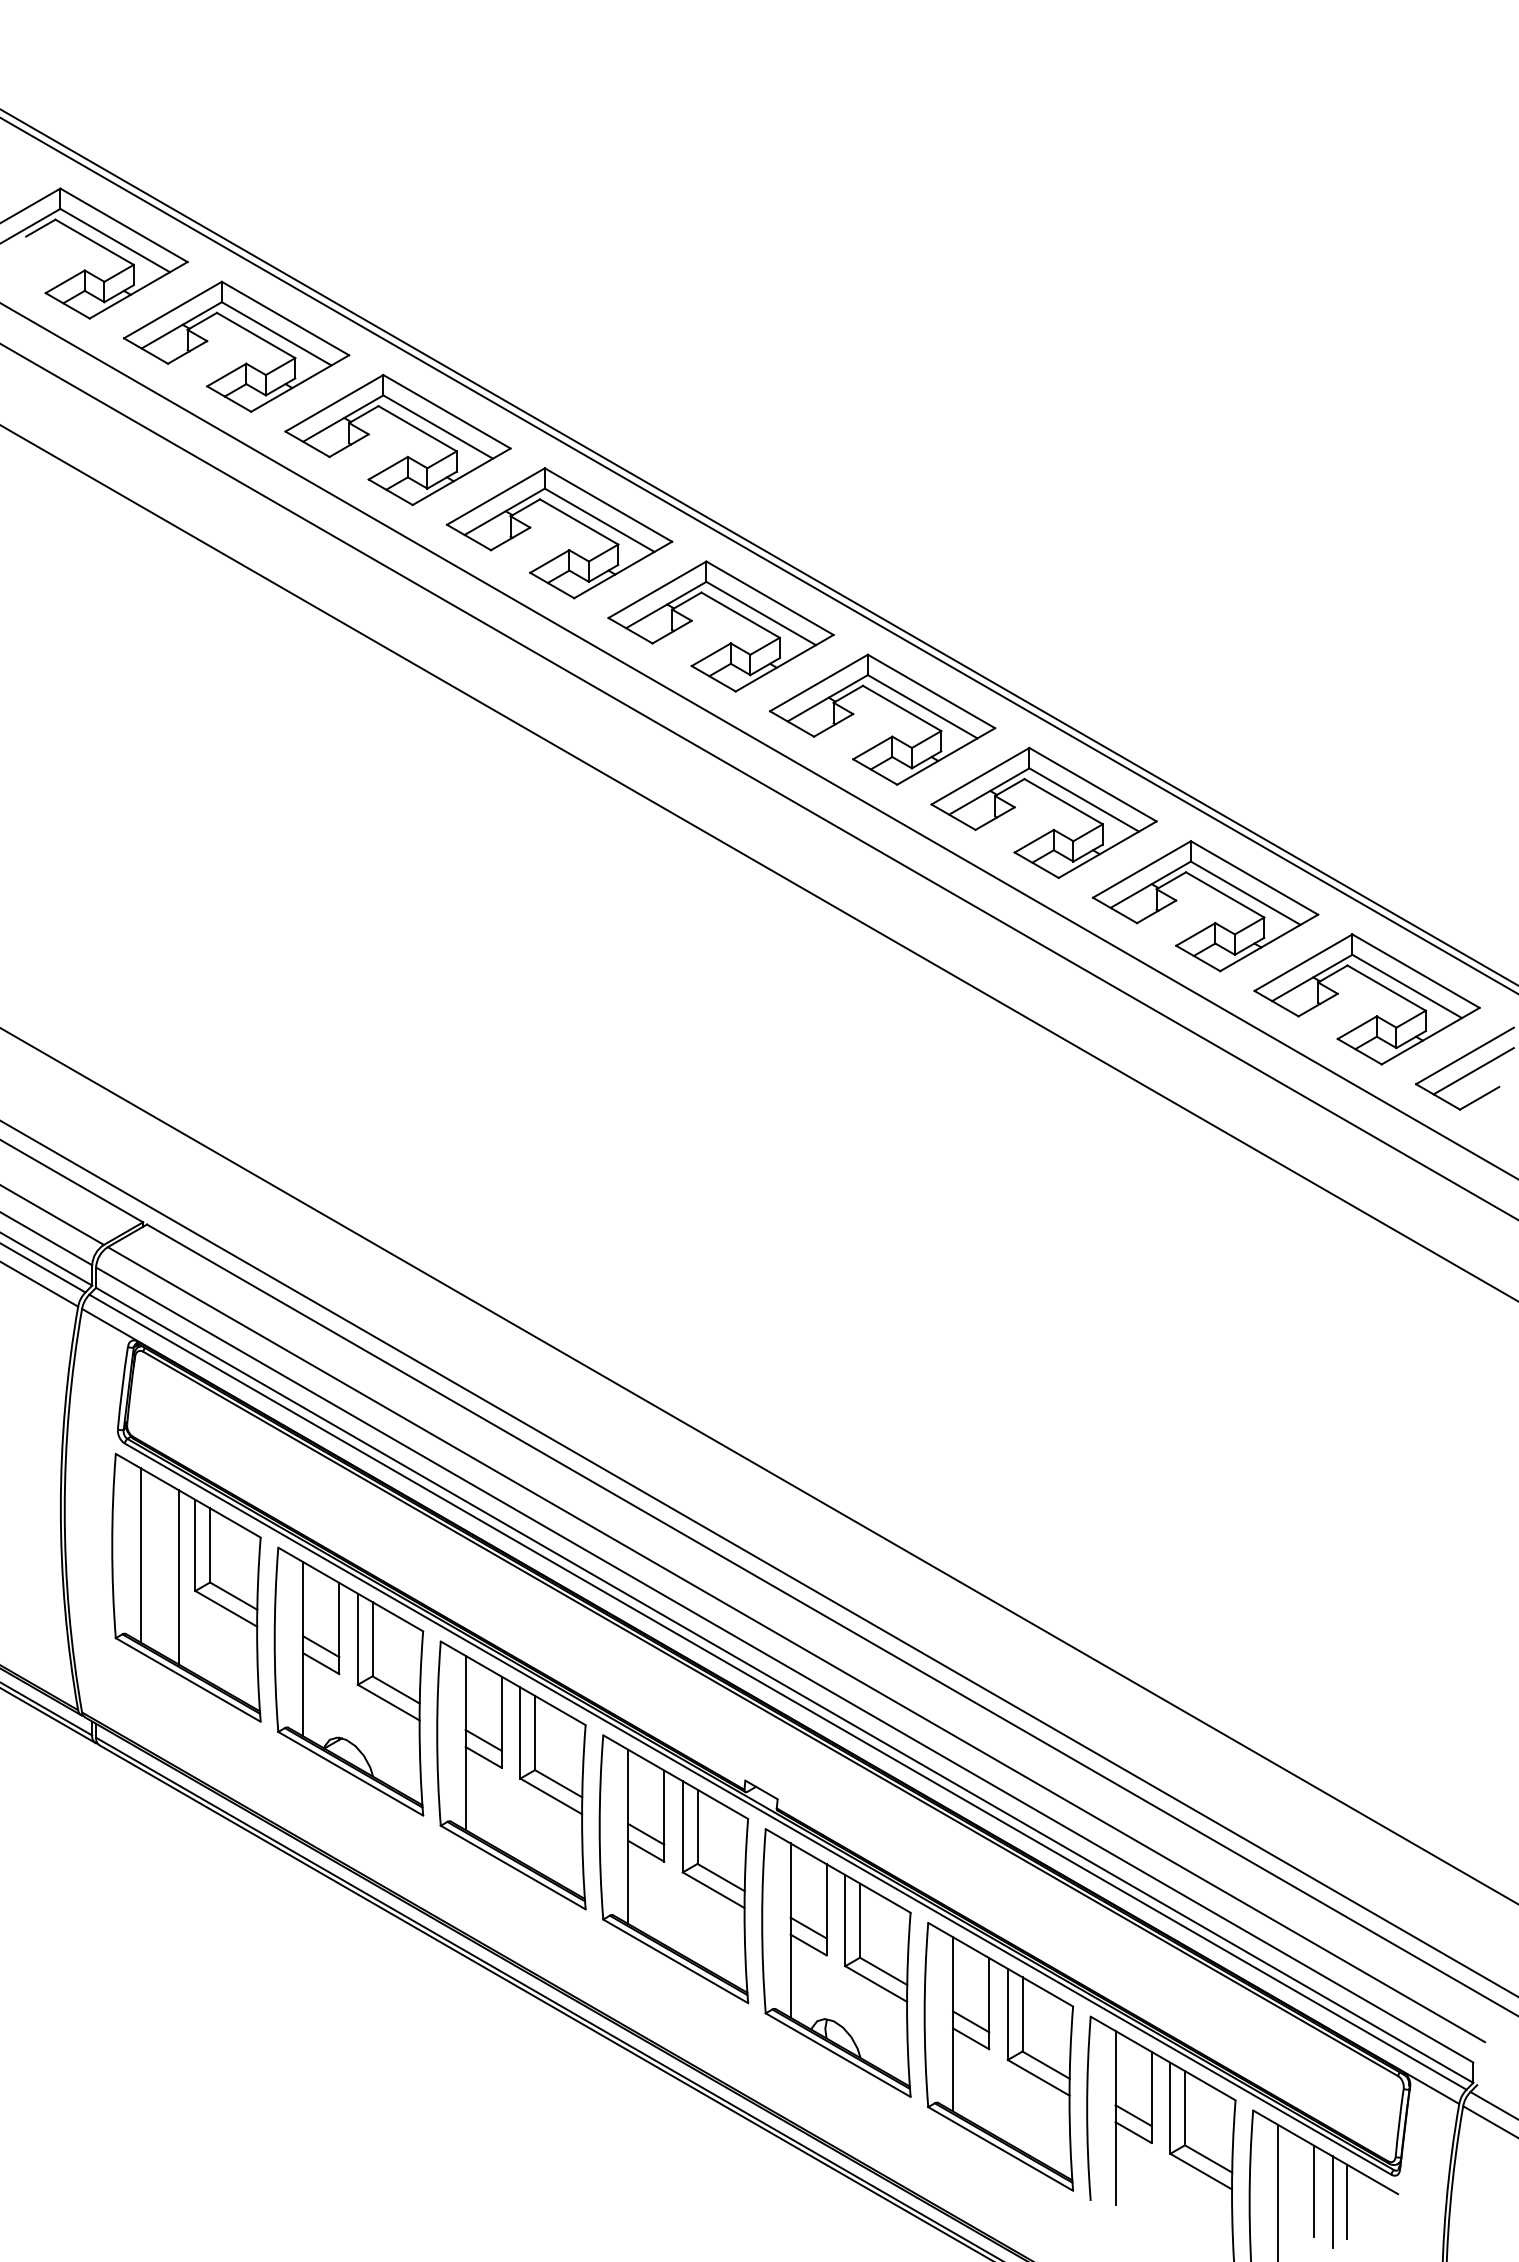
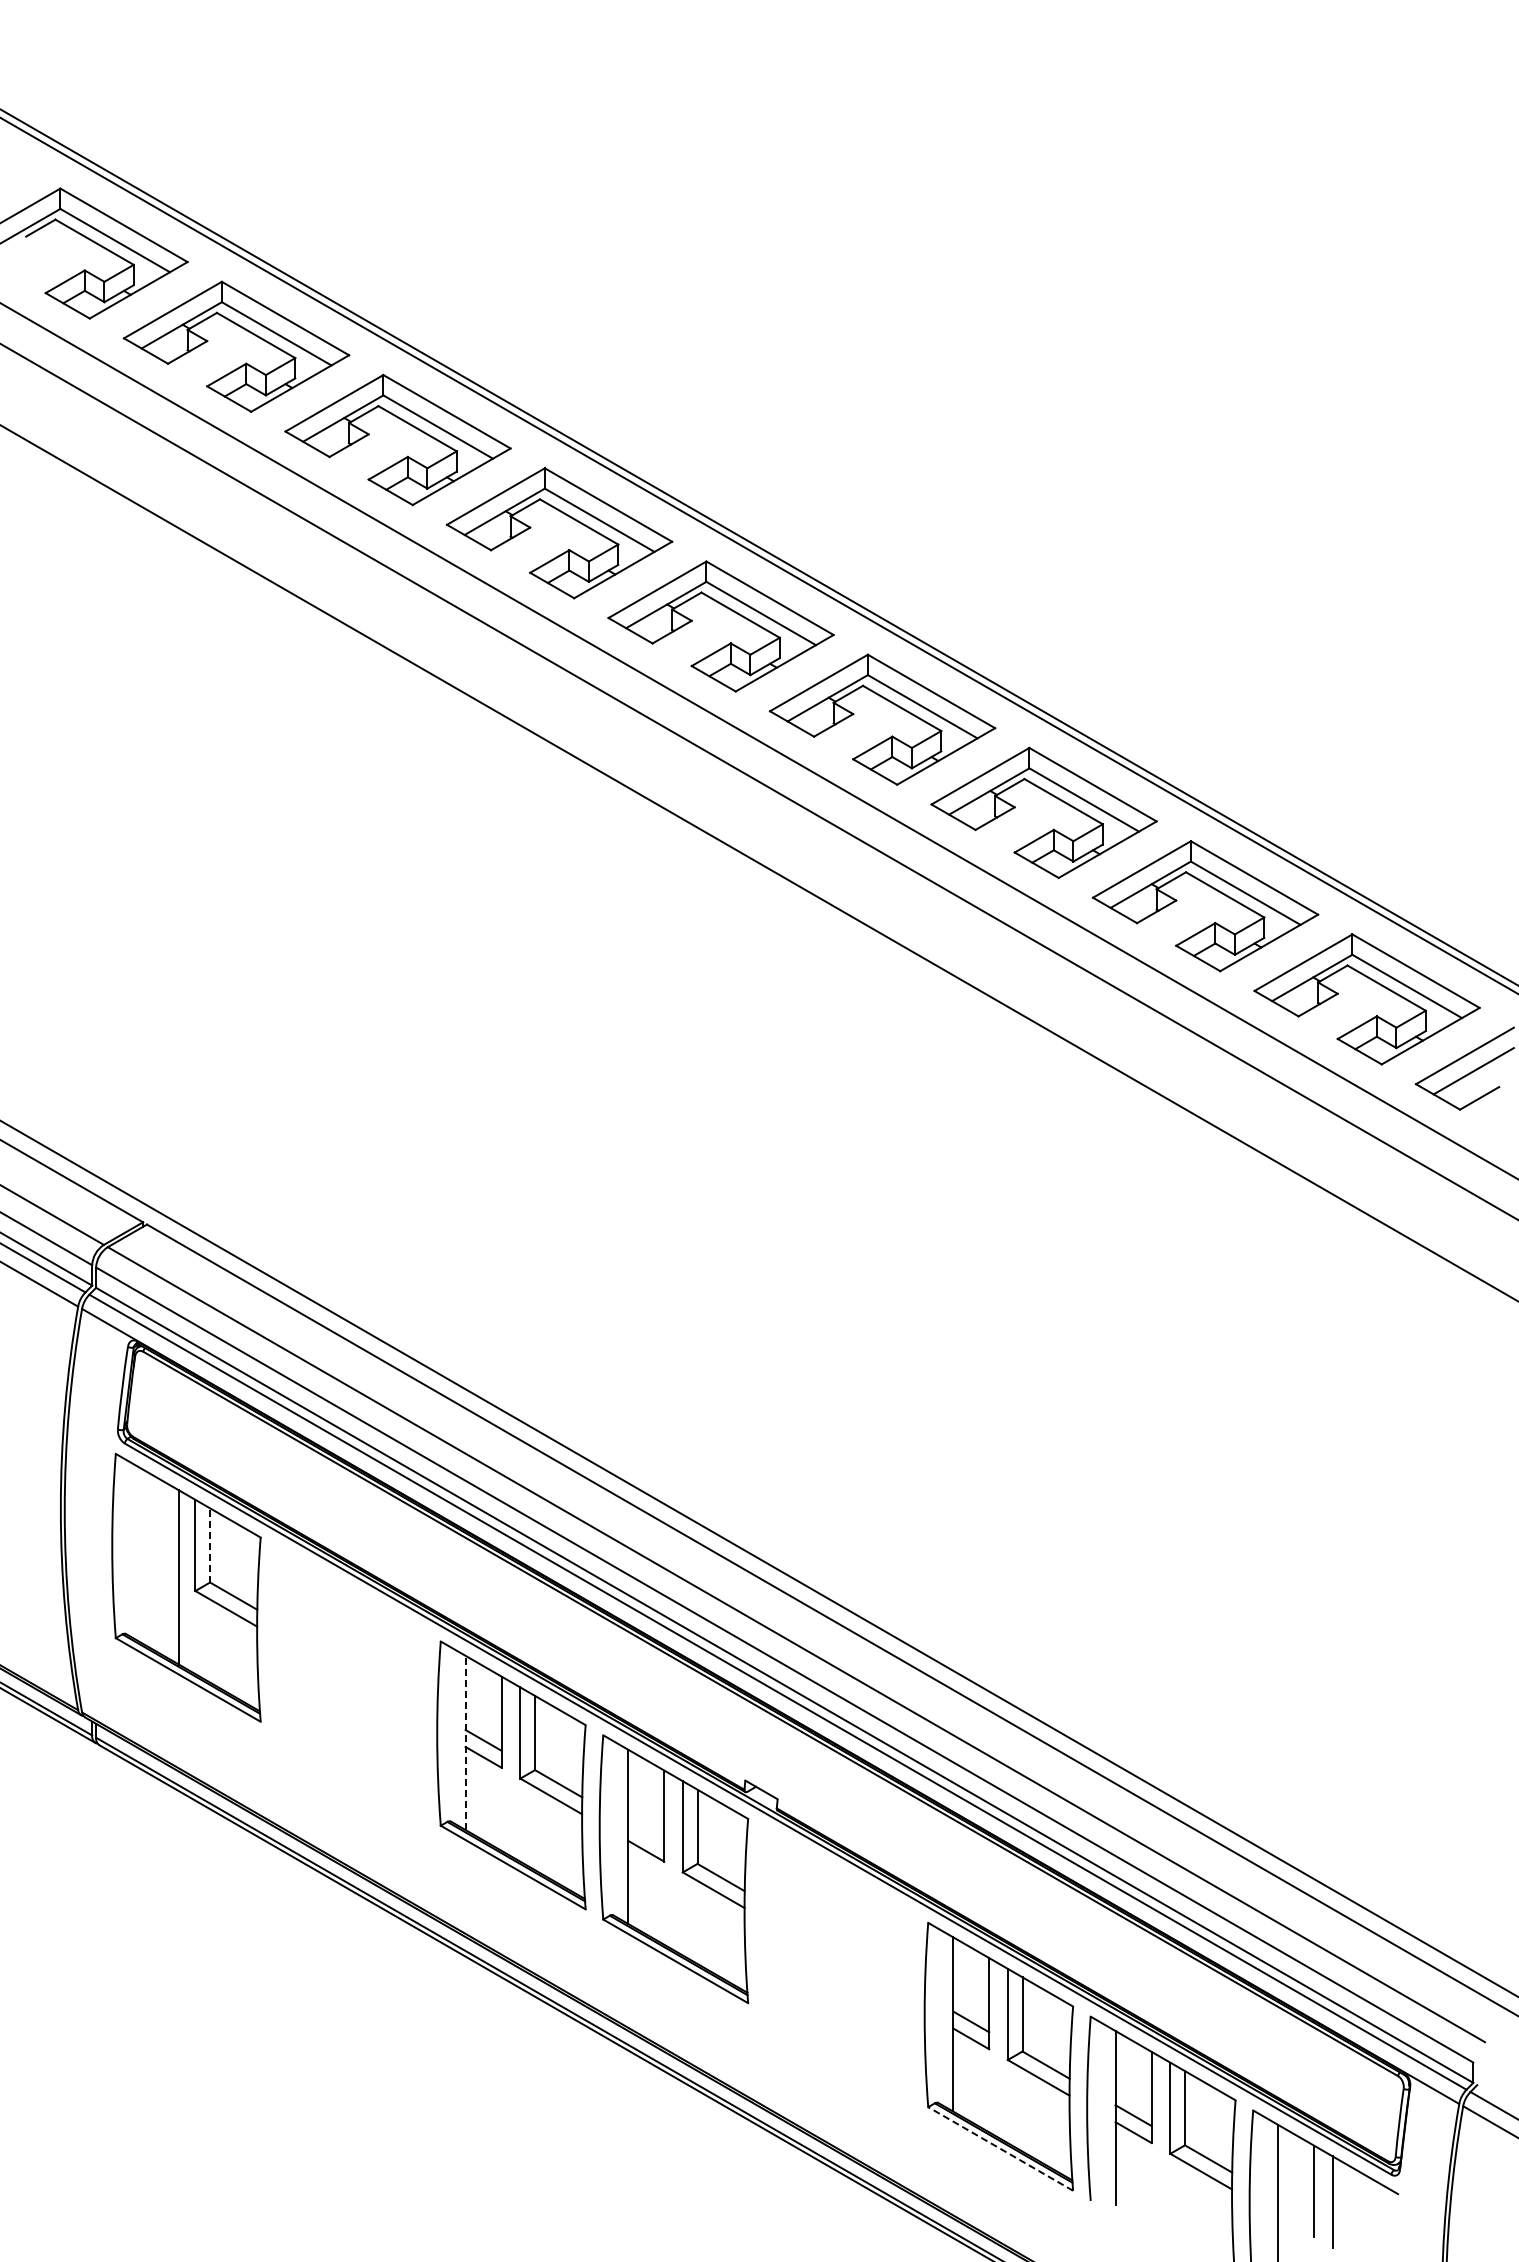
line at (758, 1465): present -> none
line at (210, 1544): solid -> dashed
line at (140, 1555): present -> none
part at (348, 1681): present -> none
line at (465, 1742): solid -> dashed
line at (646, 1833): present -> none
part at (836, 1962): present -> none
line at (1000, 2148): solid -> dashed
line at (1347, 2201): present -> none
